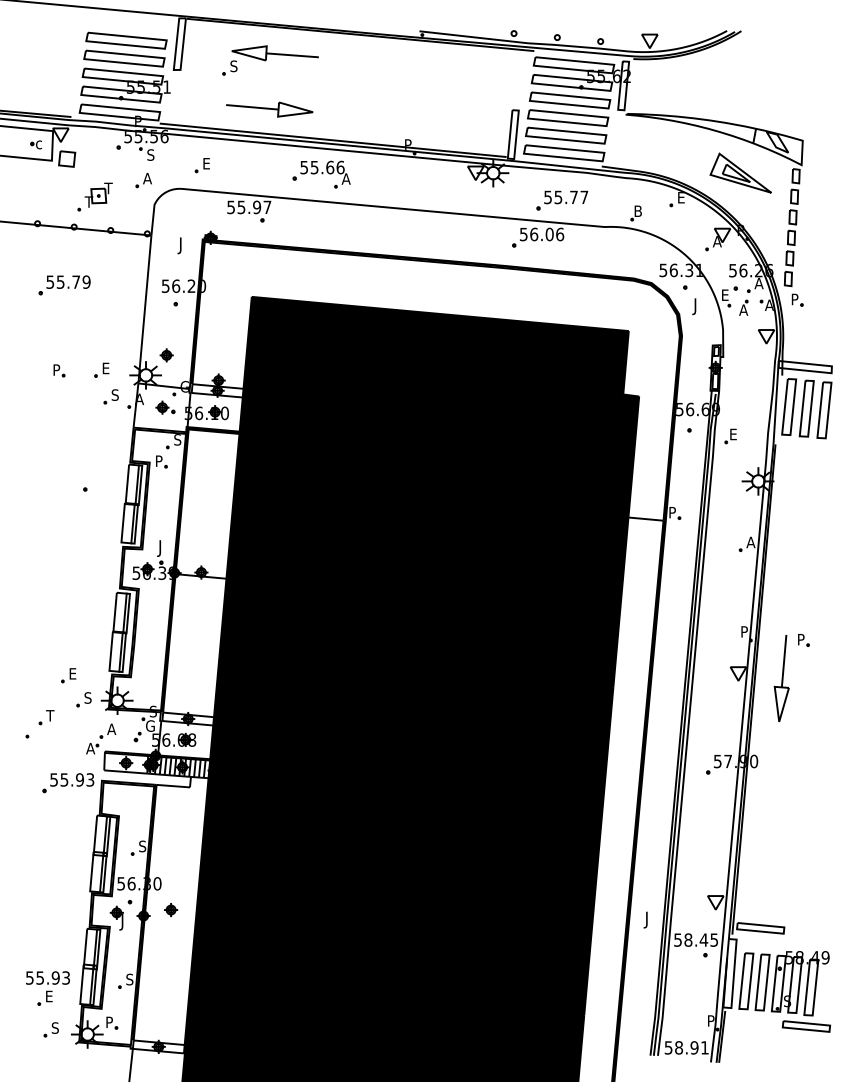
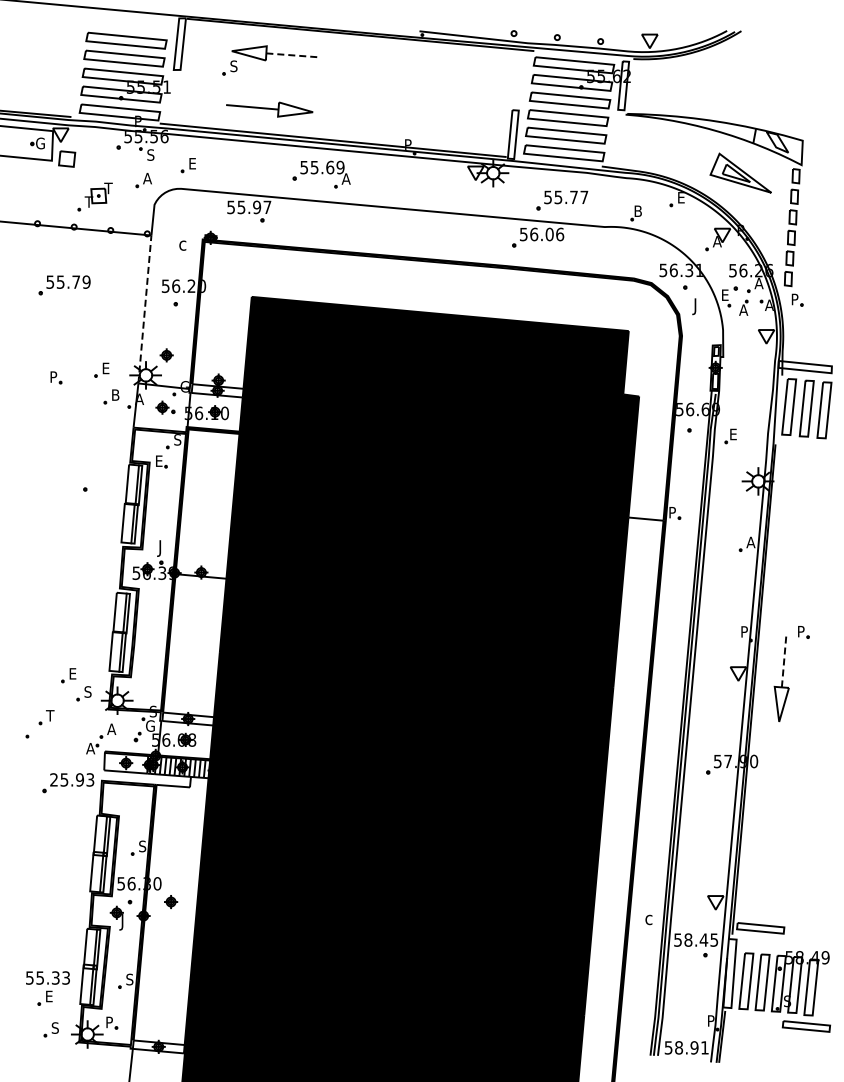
line at (293, 55): solid -> dashed
text at (40, 143): c -> G
part at (201, 165) position: (201, 165) -> (187, 165)
text at (340, 167): 55.66 -> 55.69
text at (181, 245): J -> c
line at (144, 308): solid -> dashed
part at (59, 370) position: (59, 370) -> (56, 377)
text at (115, 394): S -> B
text at (159, 460): P -> E
part at (803, 640) position: (803, 640) -> (803, 632)
line at (784, 660): solid -> dashed
part at (83, 699) position: (83, 699) -> (83, 693)
text at (53, 779): 55.93 -> 25.93
part at (171, 909) position: (171, 909) -> (171, 901)
text at (647, 919): J -> c
text at (55, 977): 55.93 -> 55.33
